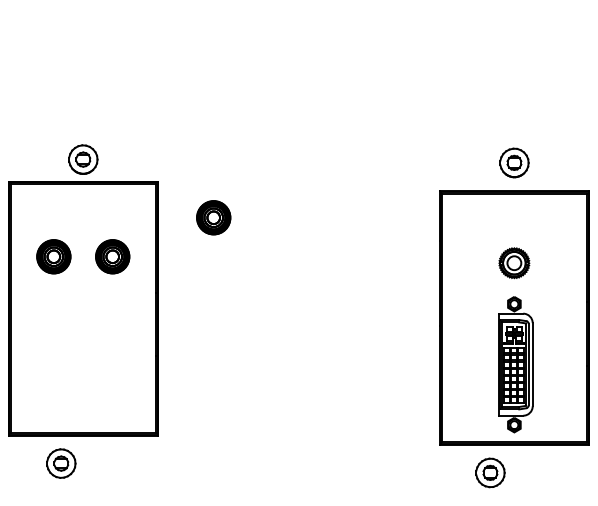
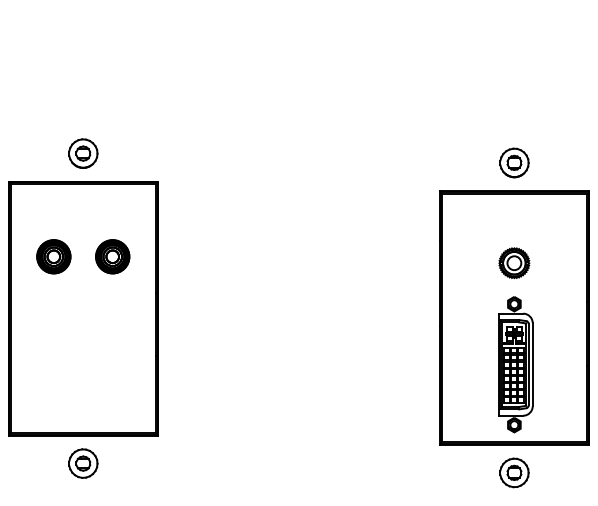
part at (83, 159) position: (83, 159) -> (83, 153)
part at (213, 217): present -> none
part at (61, 463) position: (61, 463) -> (83, 463)
part at (490, 472) position: (490, 472) -> (514, 472)
